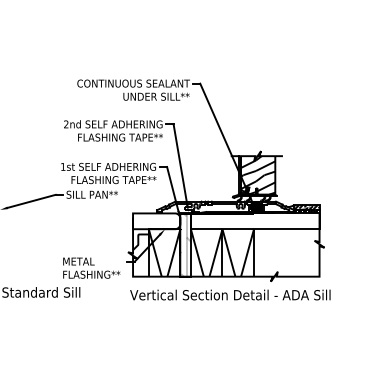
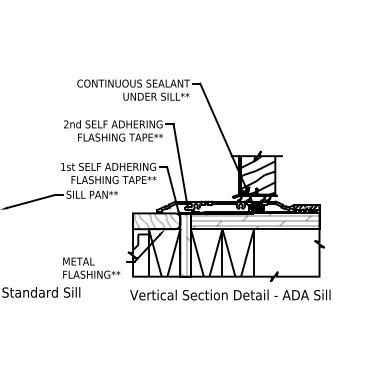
hatch at (156, 221): none -> present
hatch at (254, 221): none -> present
